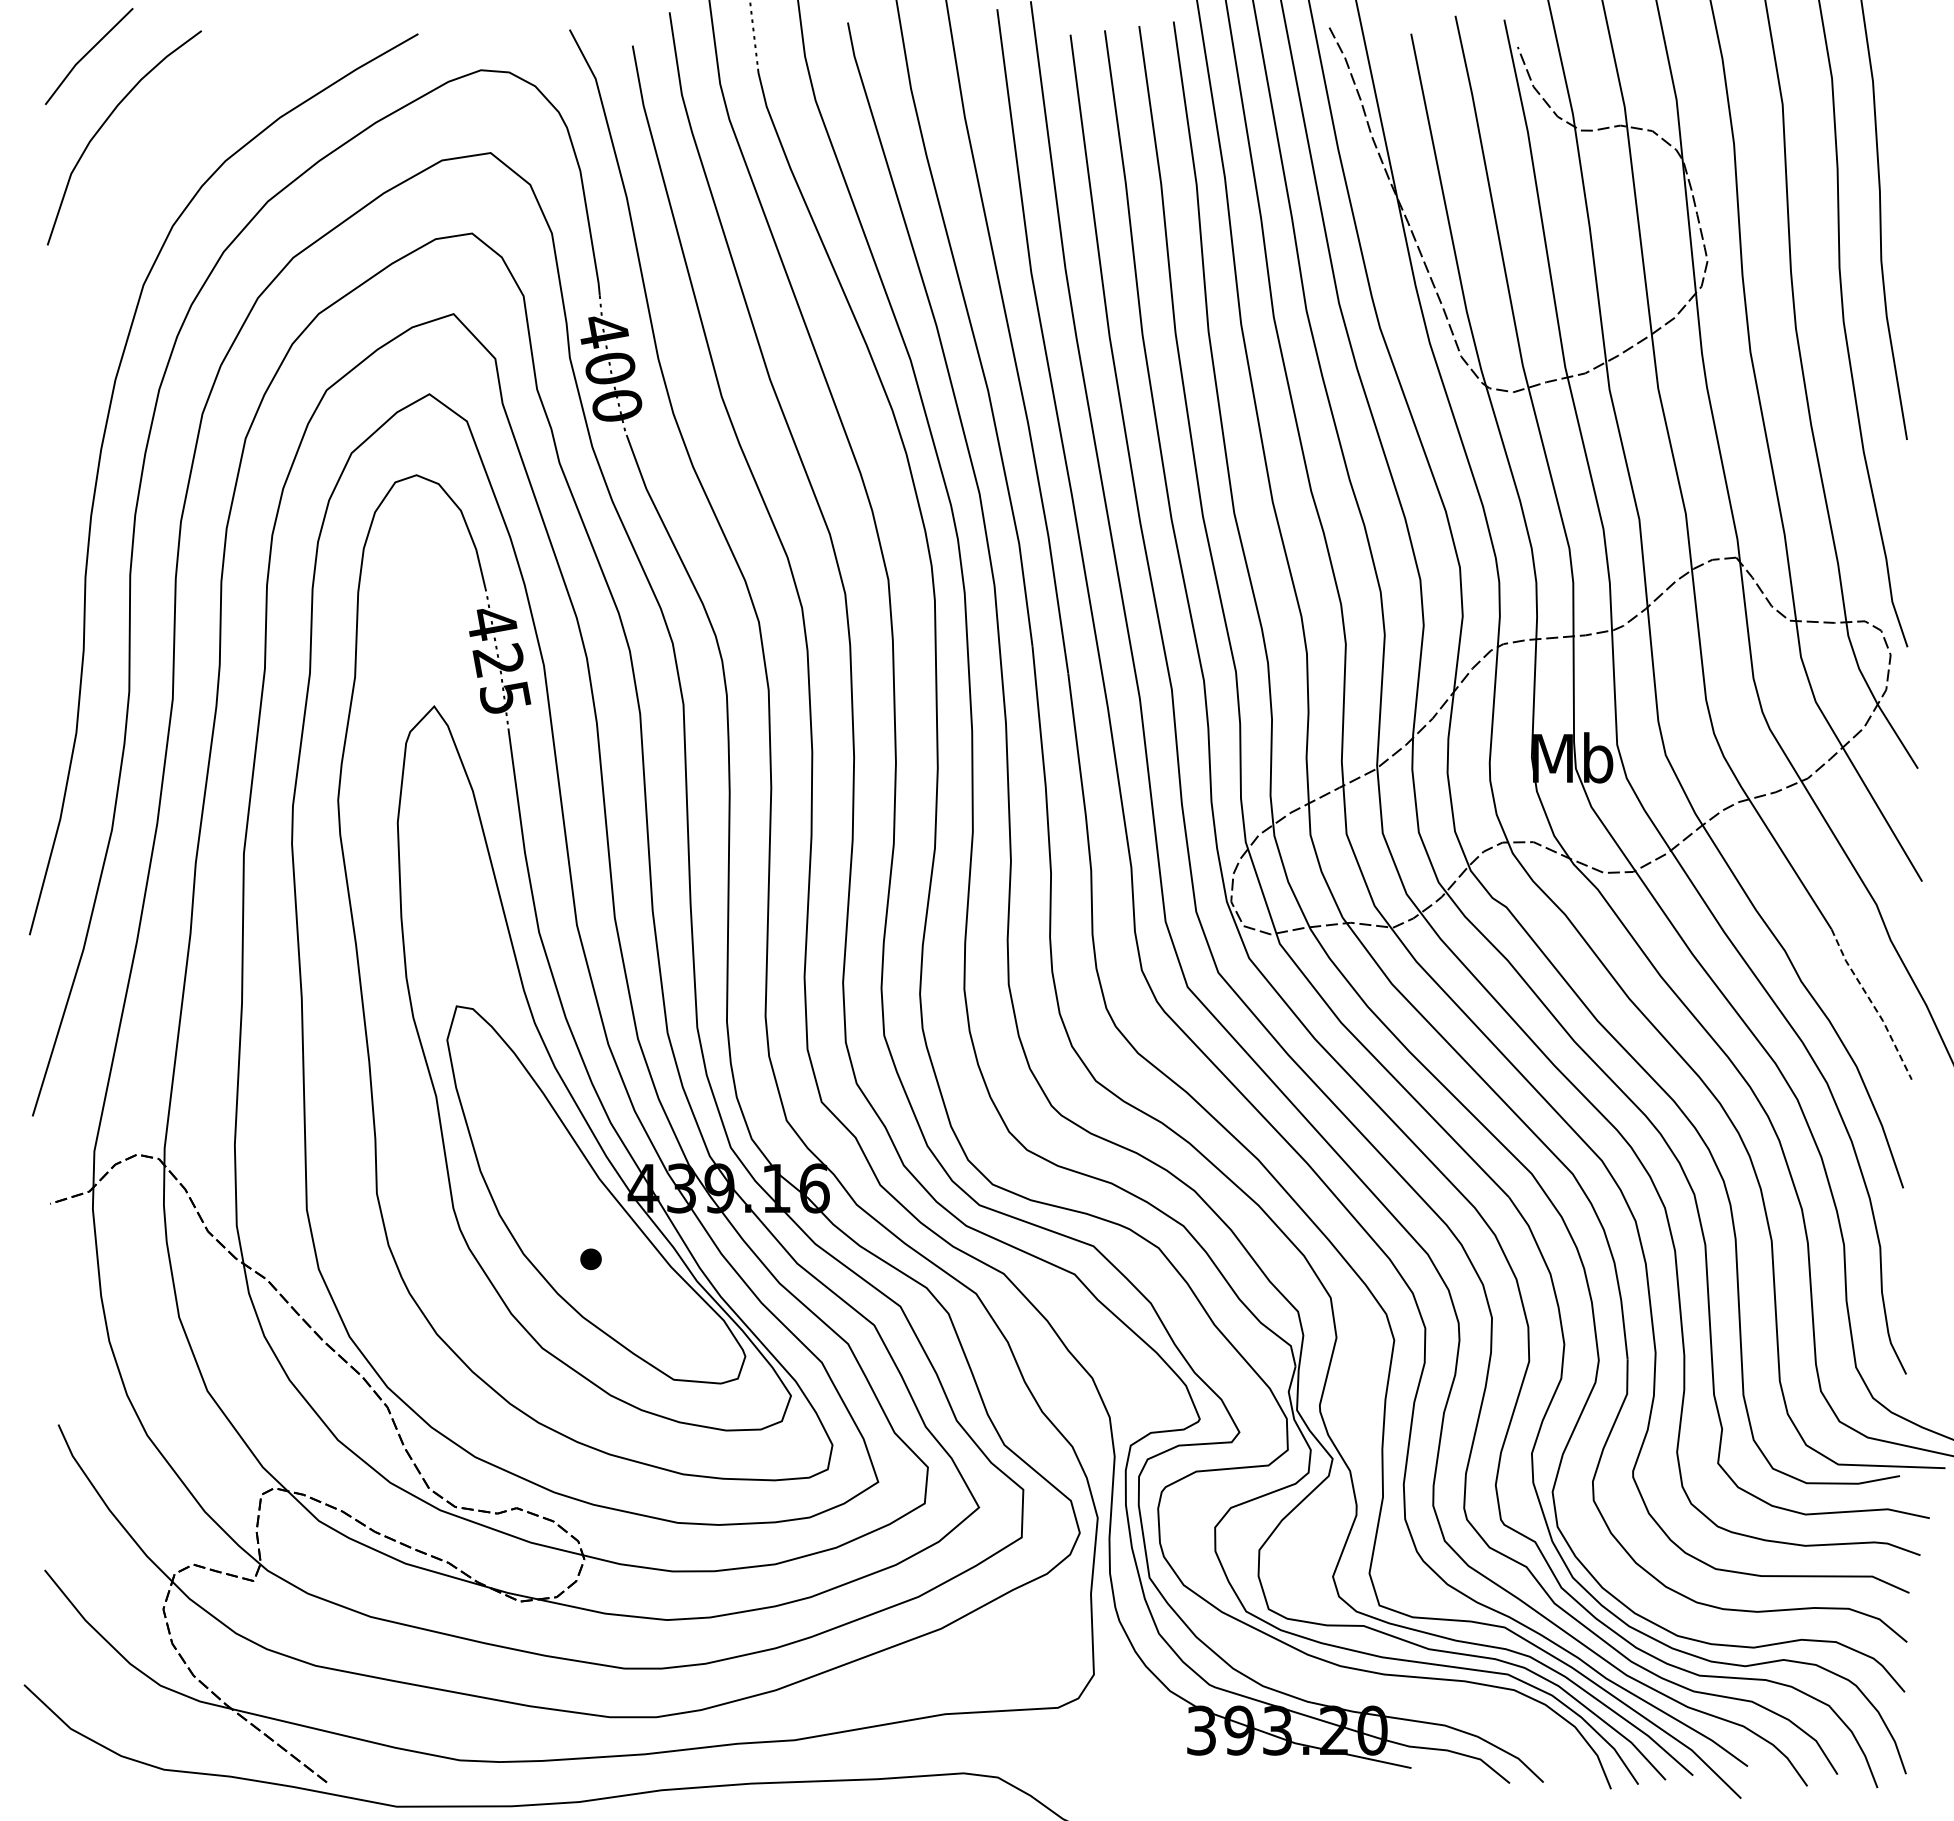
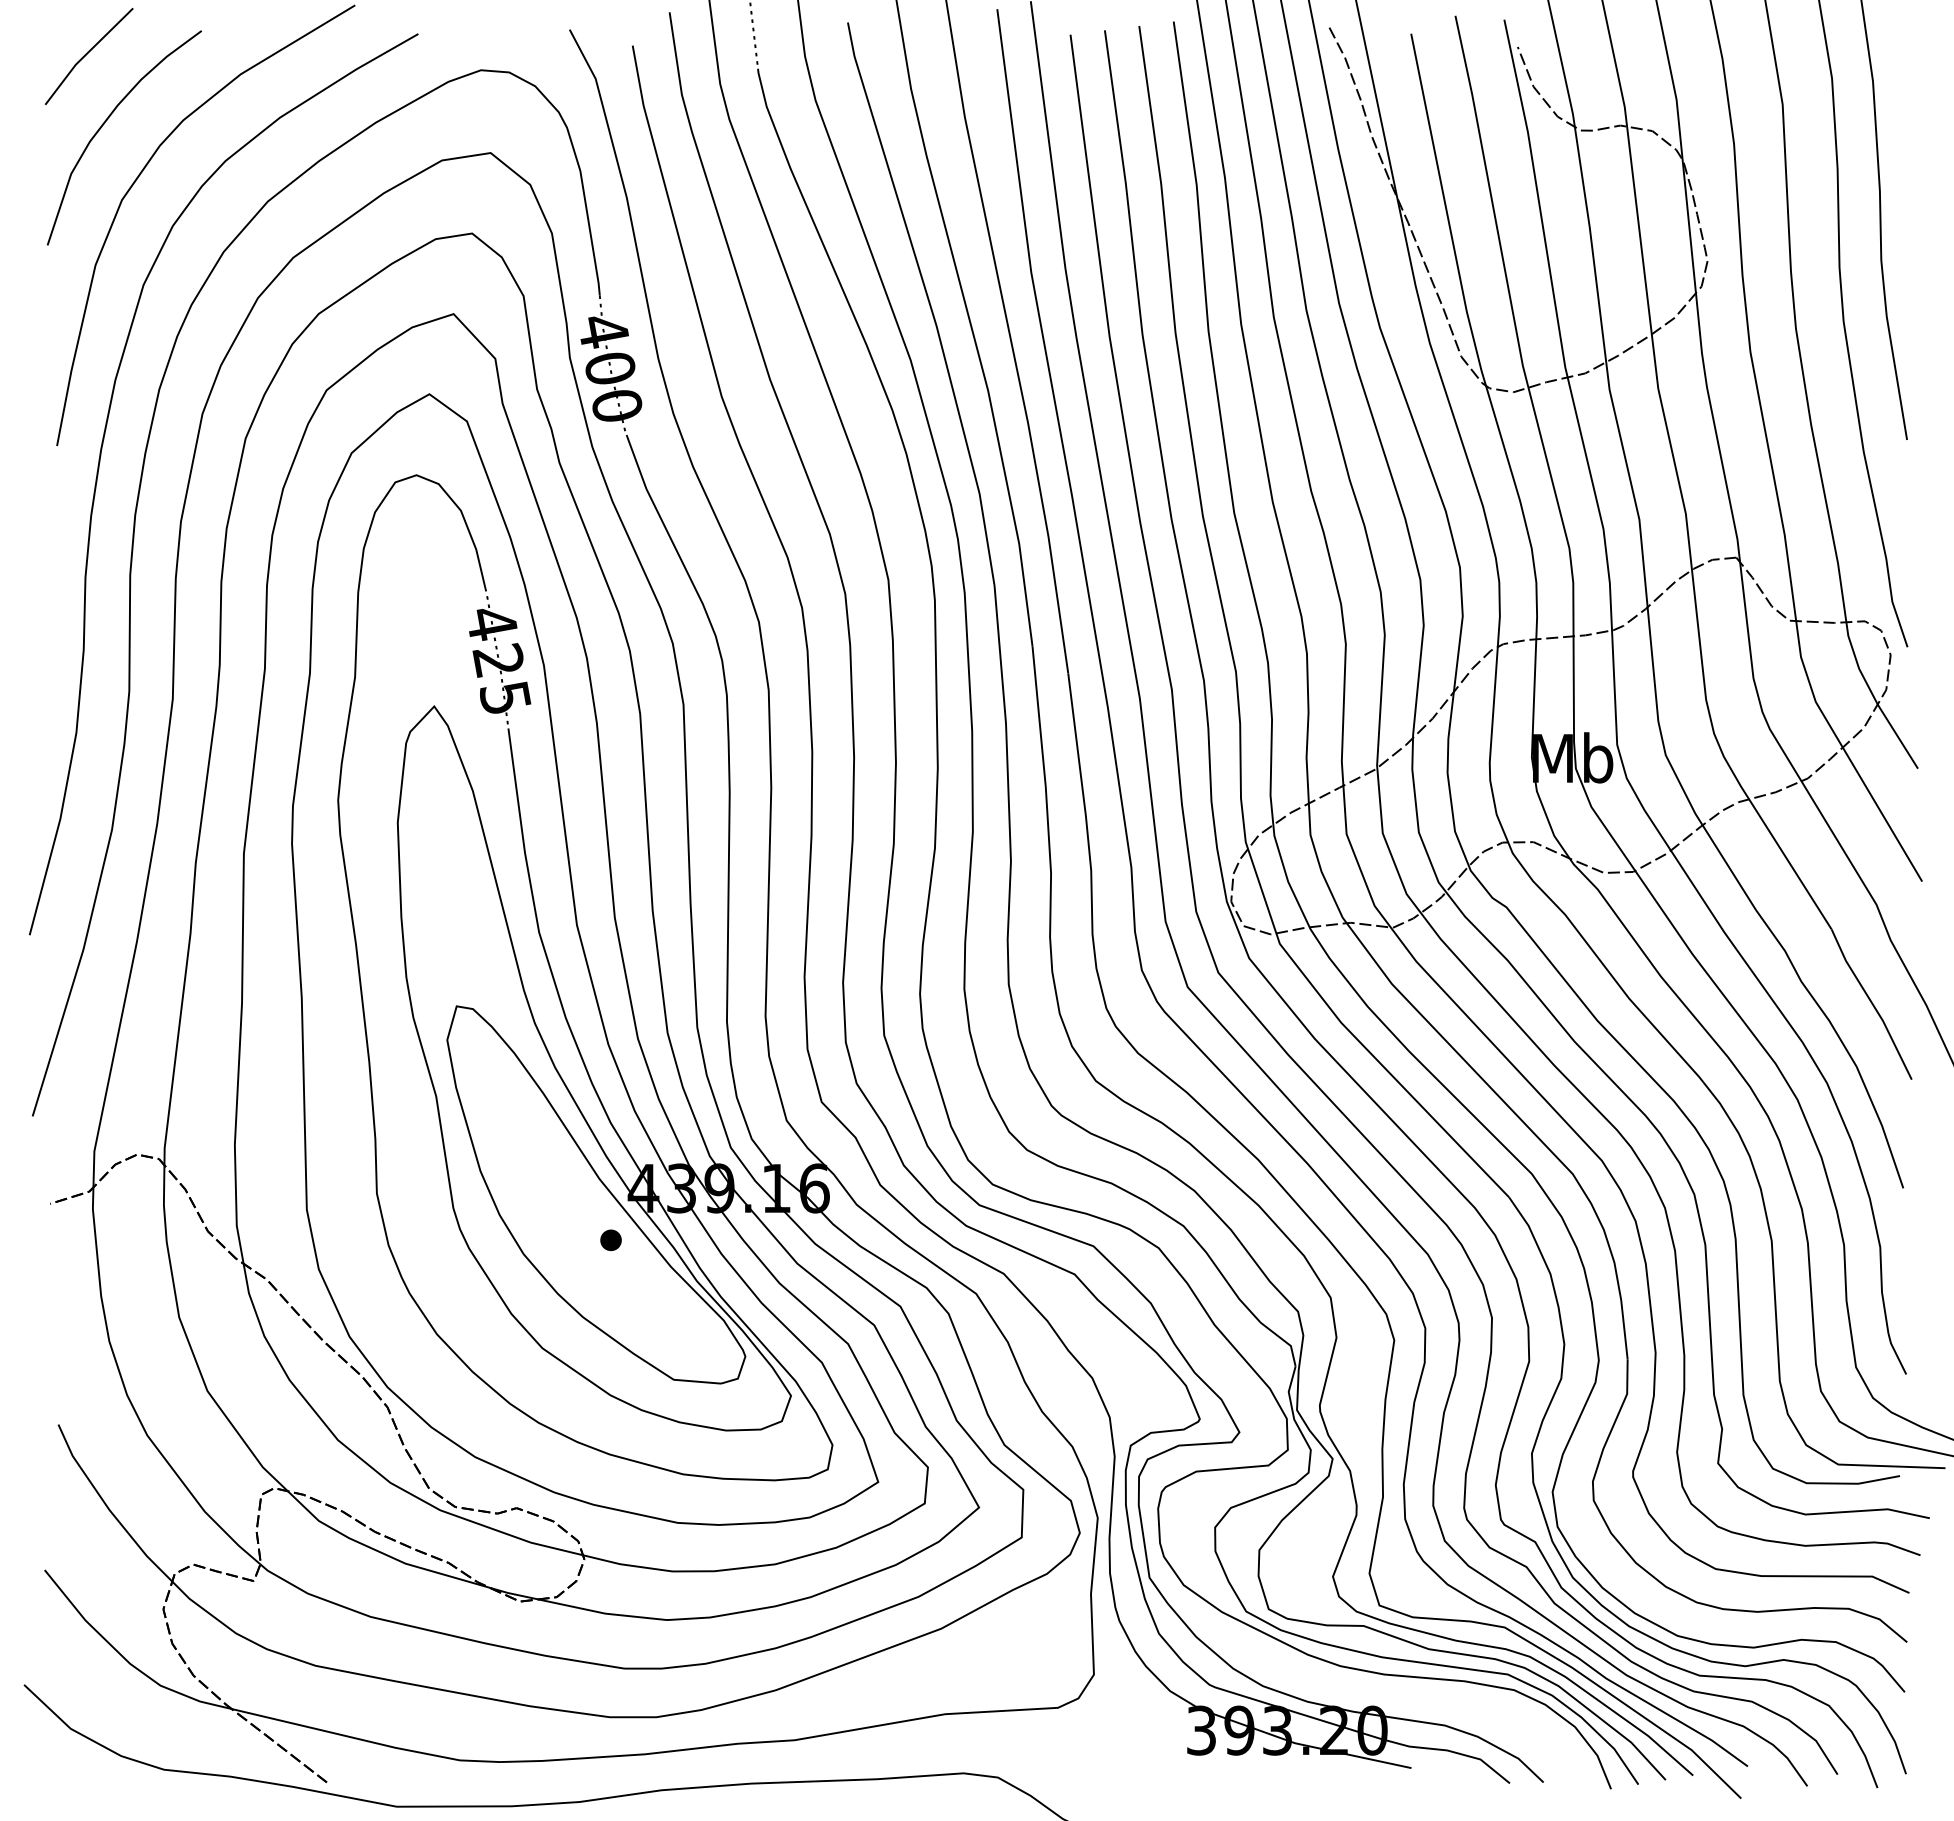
curve at (138, 178): none -> present
line at (1872, 1004): dashed -> solid
part at (590, 1259) position: (590, 1259) -> (610, 1240)
